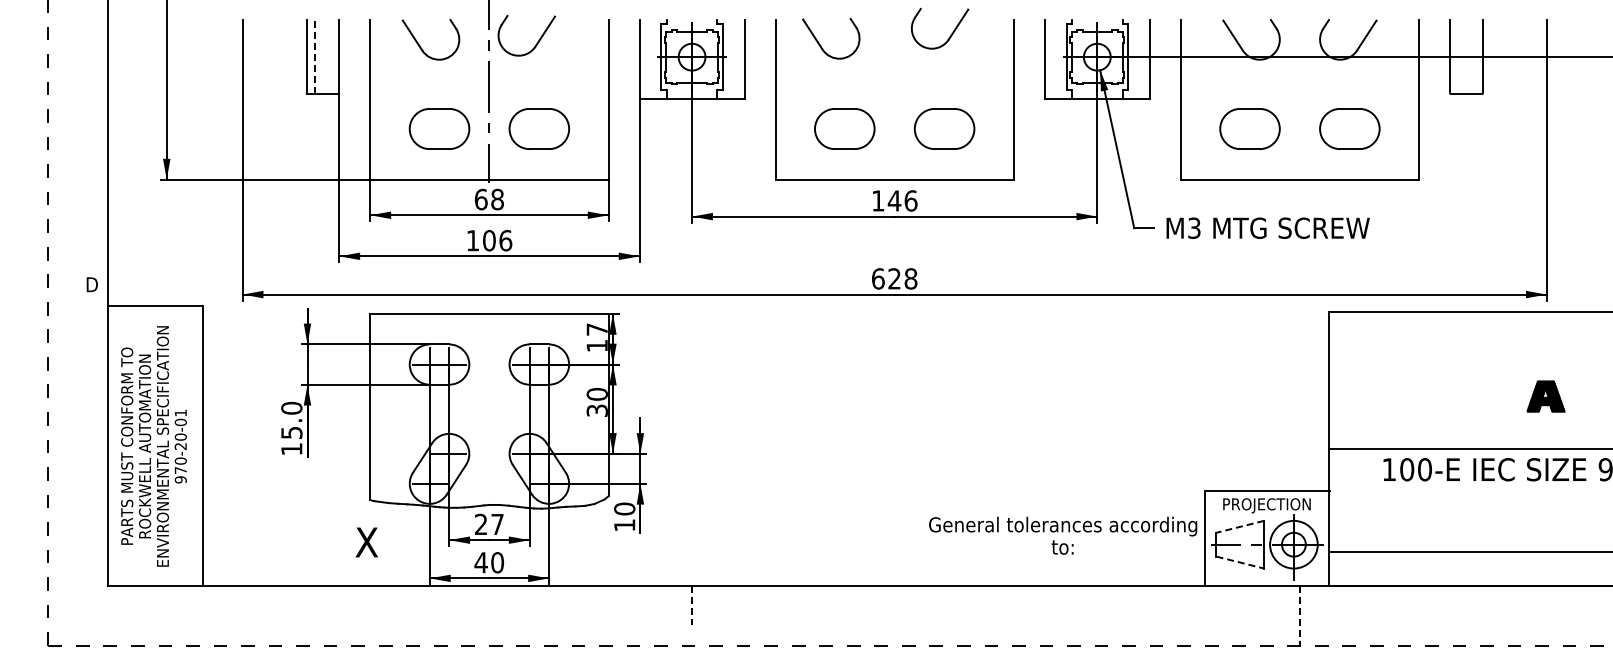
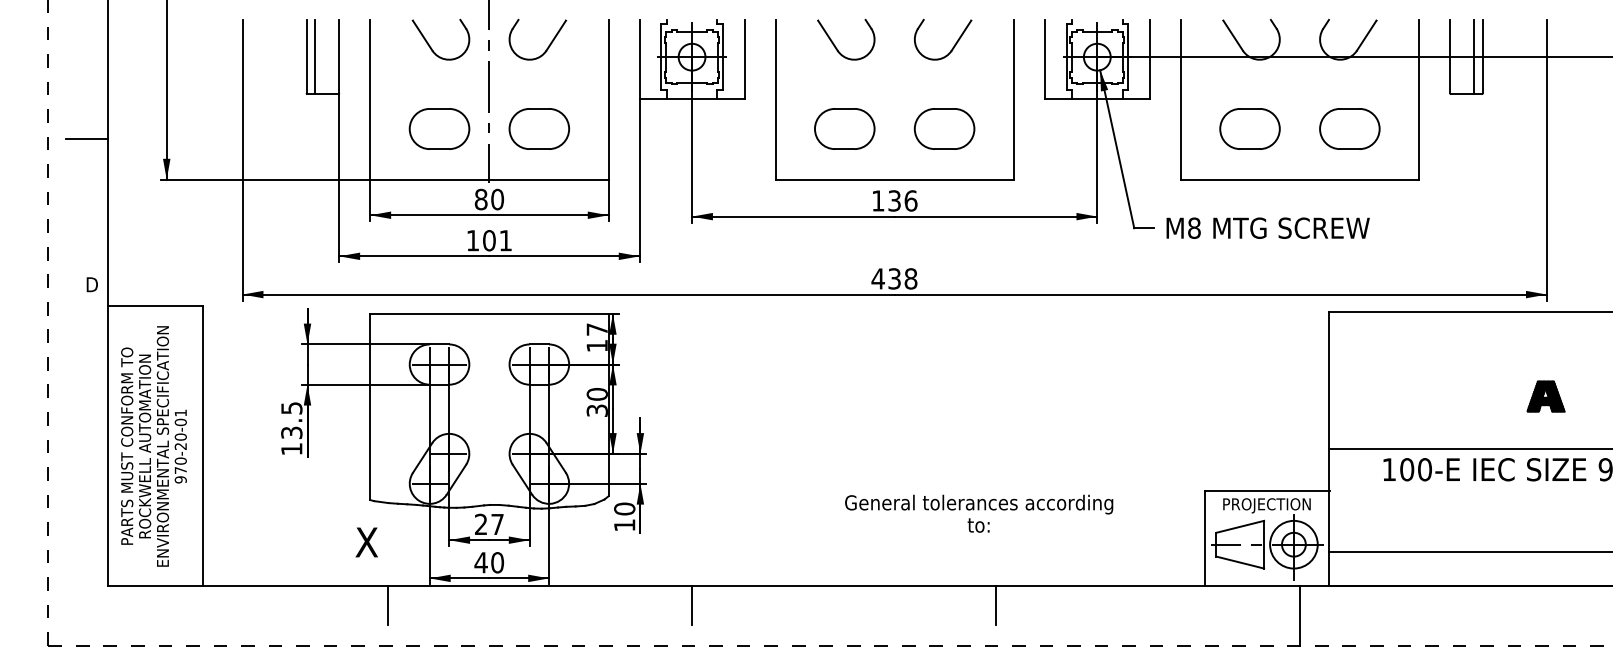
part at (949, 36) position: (949, 36) -> (952, 47)
part at (537, 41) position: (537, 41) -> (548, 45)
part at (420, 45) position: (420, 45) -> (430, 45)
part at (821, 45) position: (821, 45) -> (836, 46)
line at (315, 56): dashed -> solid
line at (1474, 56): none -> present
line at (86, 139): none -> present
text at (489, 199): 68 -> 80
text at (894, 200): 146 -> 136
text at (1194, 227): M3 -> M8
text at (505, 240): 106 -> 101
text at (885, 278): 628 -> 438
text at (291, 419): 15.0 -> 13.5
line at (1240, 526): dashed -> solid
text at (1063, 535) position: (1063, 535) -> (979, 513)
line at (1240, 562): dashed -> solid
line at (388, 605): none -> present
line at (995, 605): none -> present
line at (692, 606): dashed -> solid
line at (1299, 616): dashed -> solid
